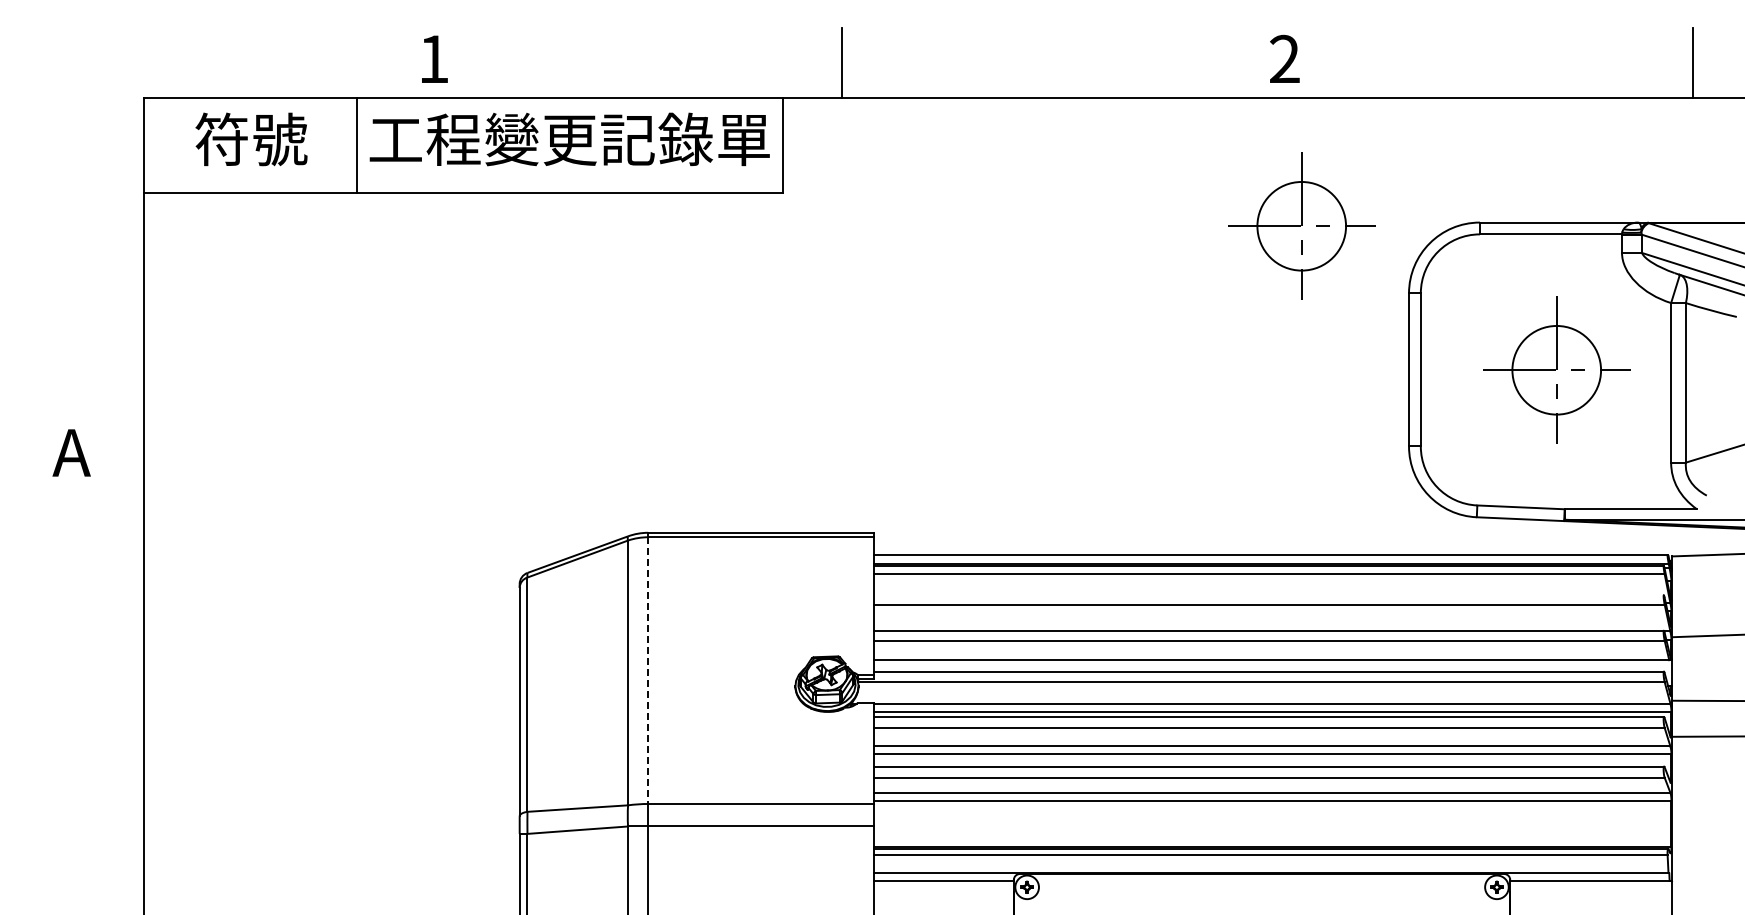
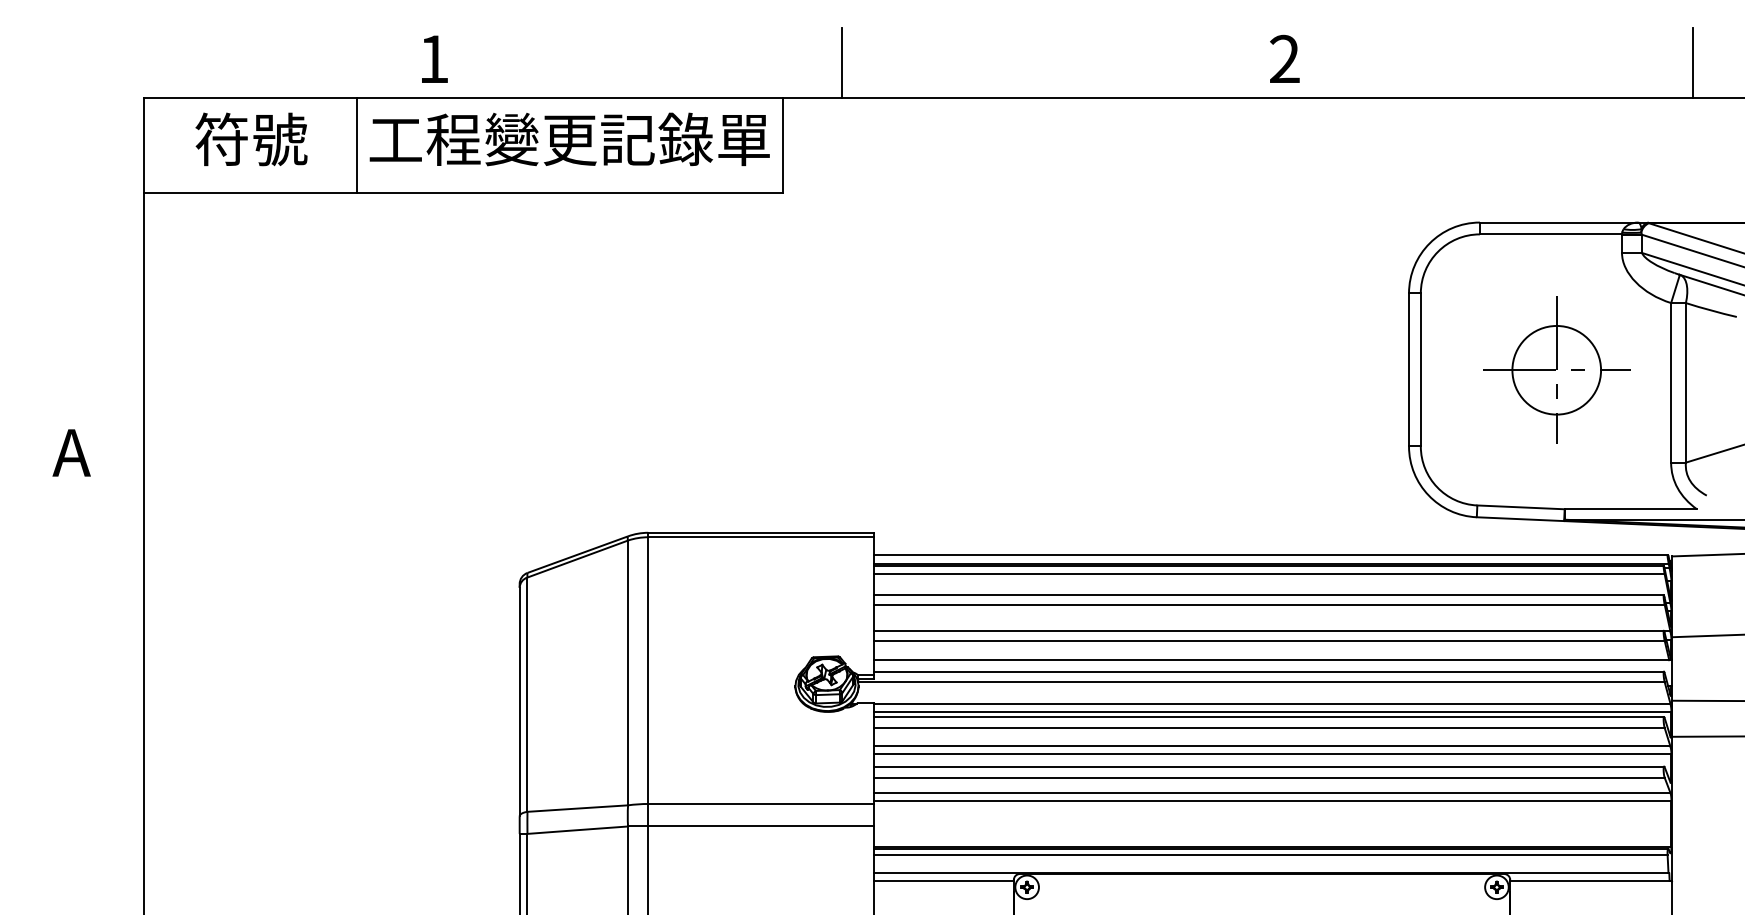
part at (1301, 225): present -> none
line at (1268, 595): none -> present
line at (648, 671): dashed -> solid
